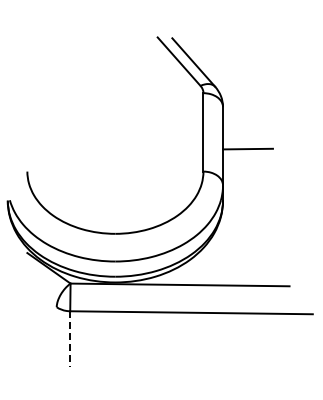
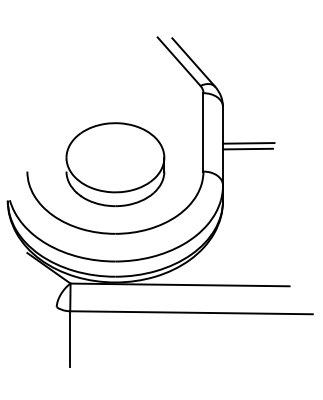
line at (248, 143): none -> present
part at (115, 164): none -> present
line at (70, 338): dashed -> solid
